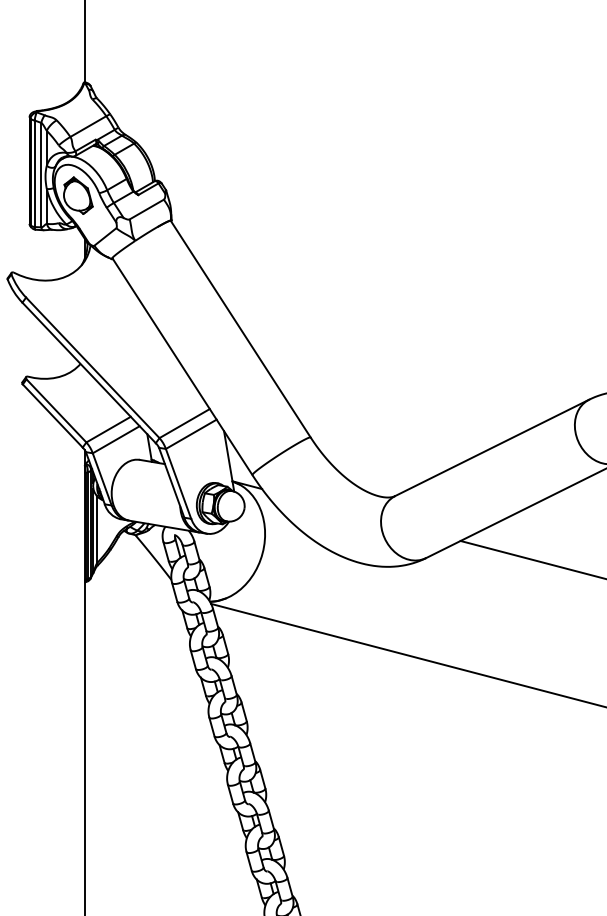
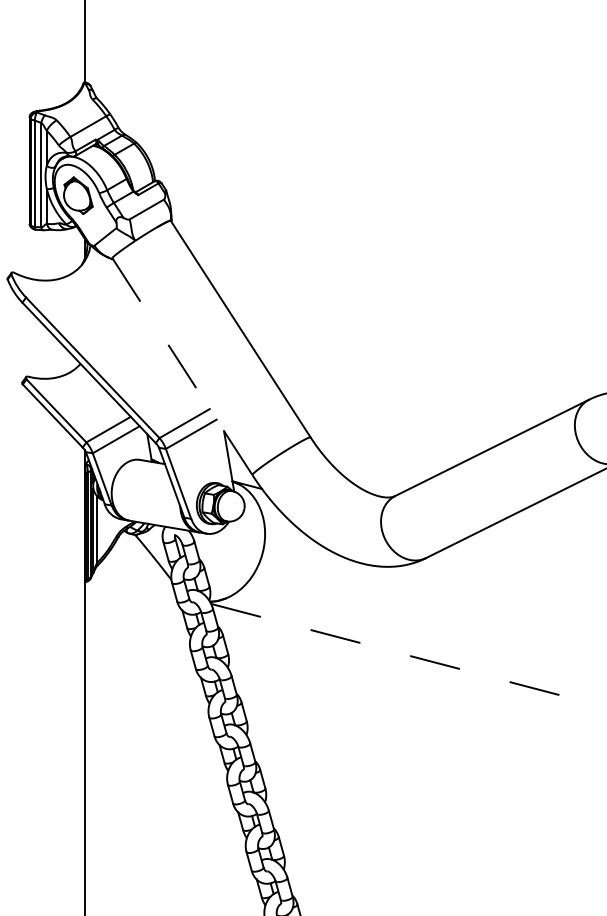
line at (182, 366): solid -> dashed
line at (531, 559): present -> none
line at (409, 655): solid -> dashed
